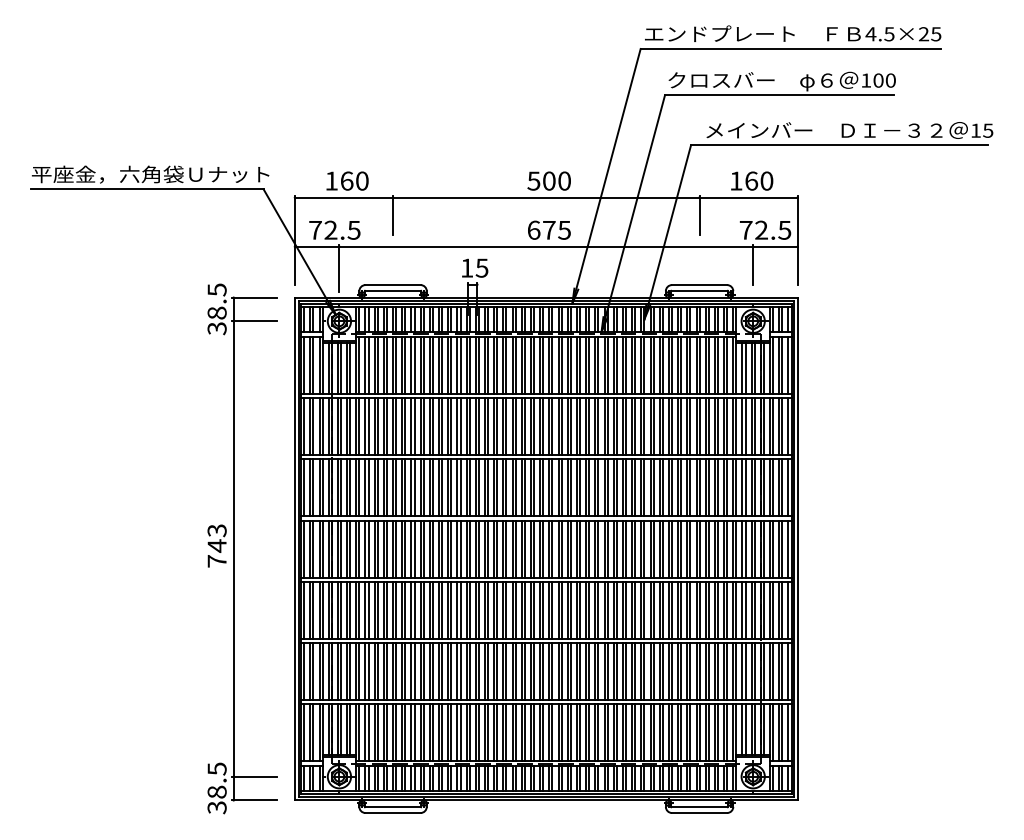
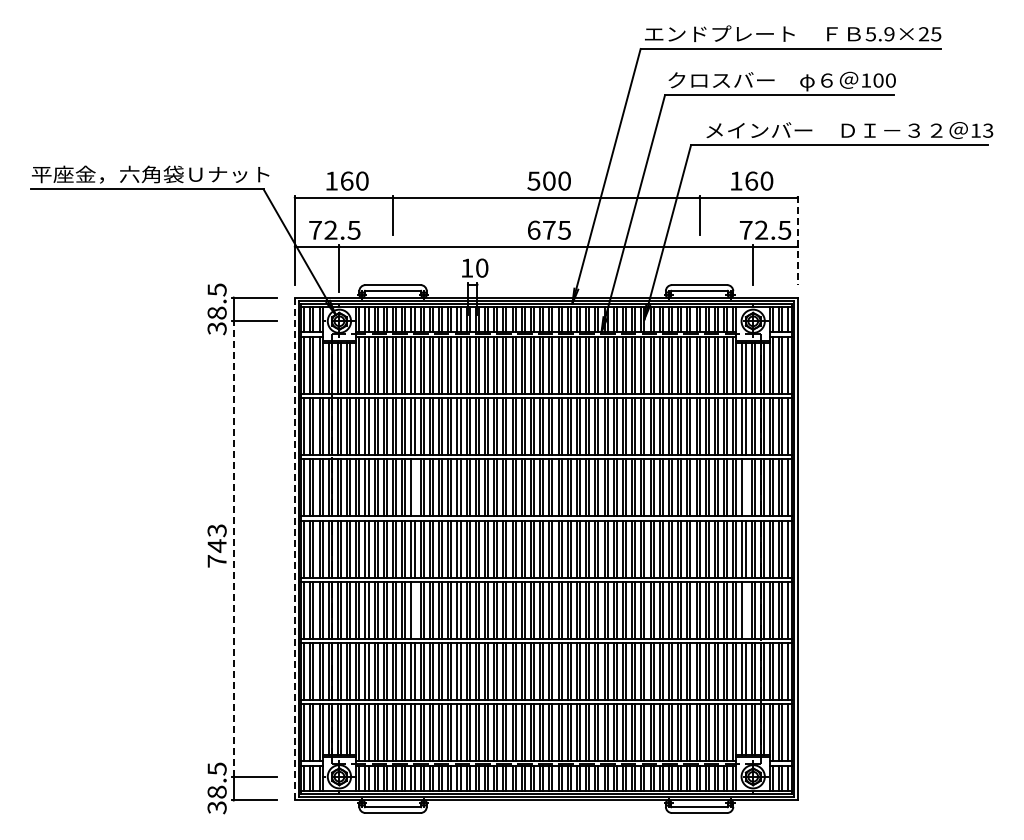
text at (879, 34): 4.5×25 -> 5.9×25
text at (988, 130): 15 -> 13
line at (797, 240): solid -> dashed
text at (481, 267): 15 -> 10
line at (414, 487): present -> none
line at (745, 487): present -> none
line at (294, 548): solid -> dashed
line at (233, 549): solid -> dashed
line at (414, 609): present -> none
line at (745, 609): present -> none
